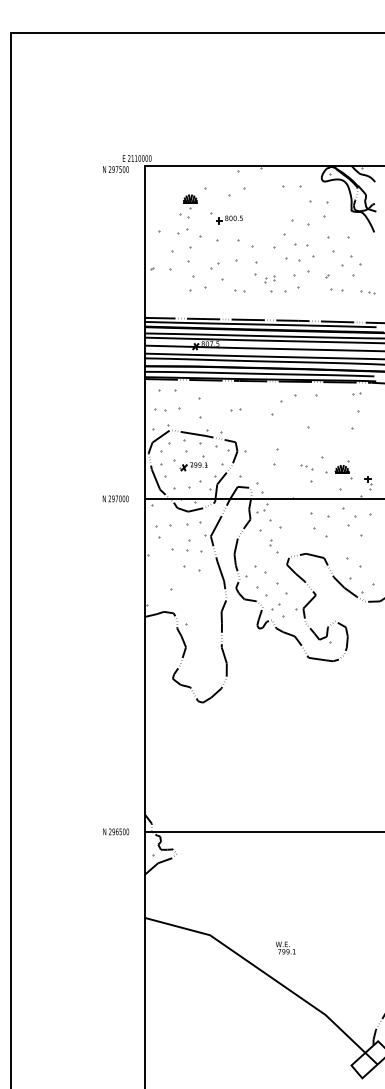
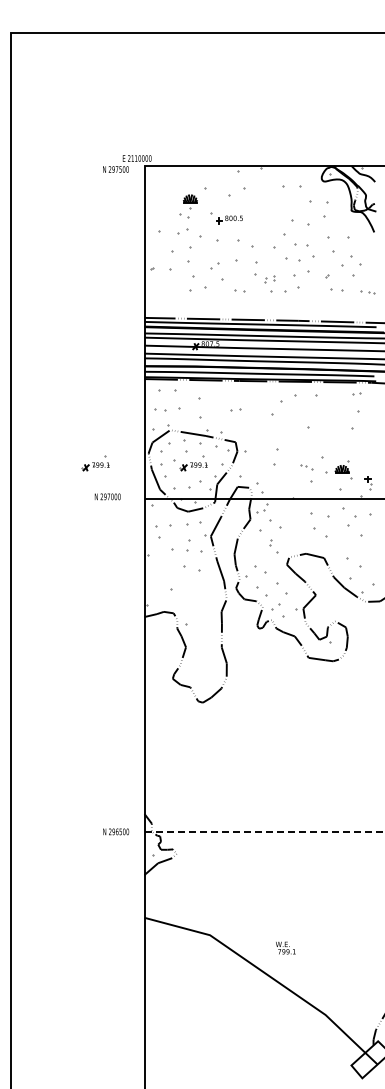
part at (95, 463): none -> present
text at (115, 498) position: (115, 498) -> (107, 496)
line at (264, 831): solid -> dashed
